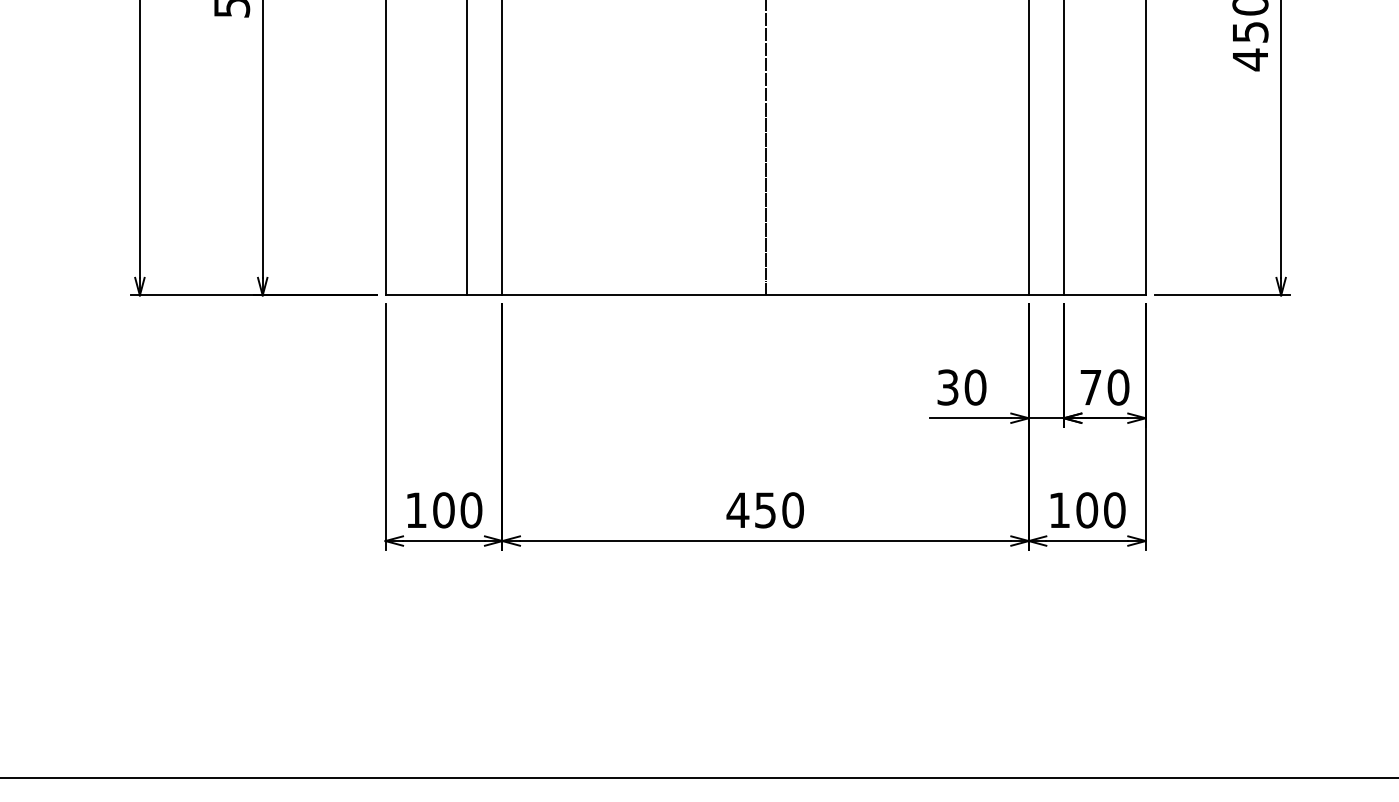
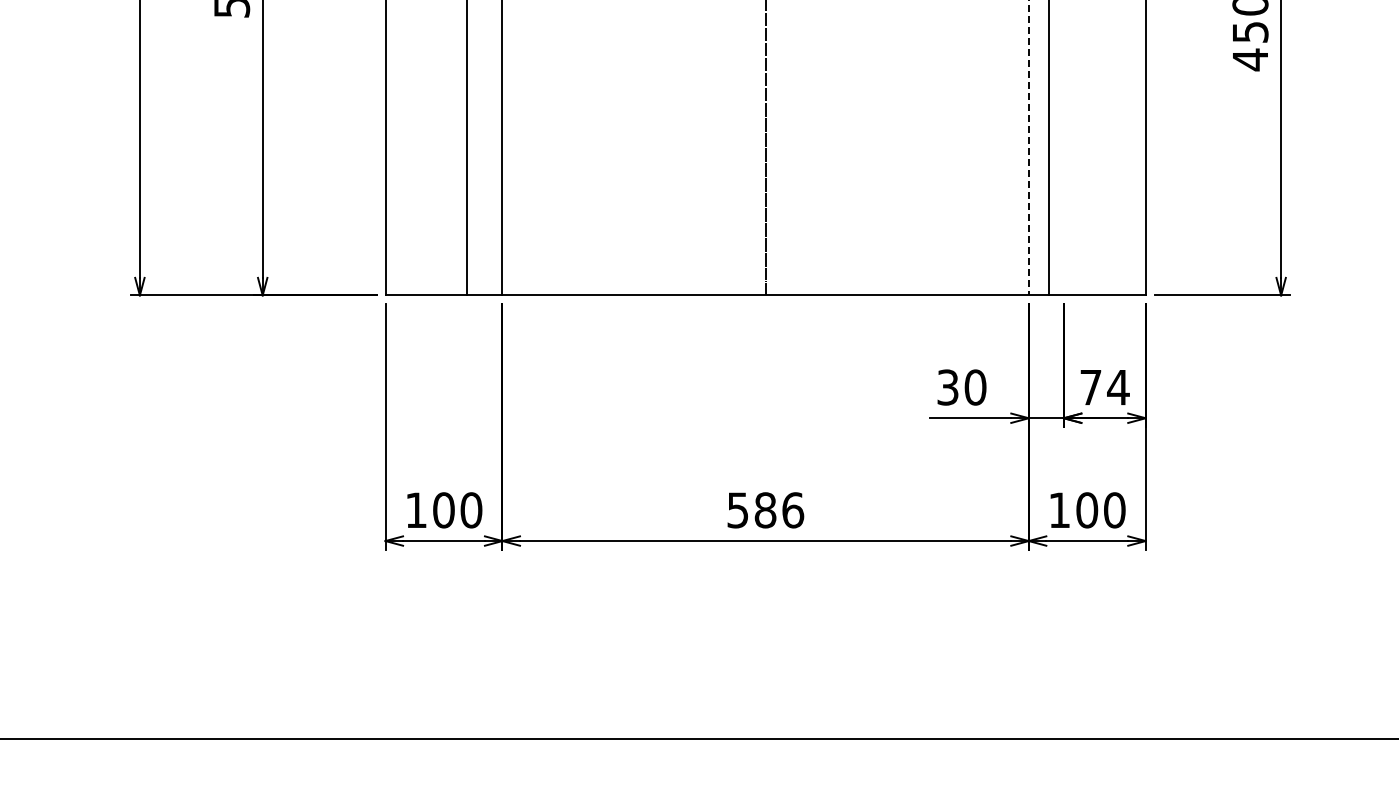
line at (1028, 148): solid -> dashed
line at (1063, 148) position: (1063, 148) -> (1048, 148)
text at (1118, 387): 70 -> 74
text at (765, 510): 450 -> 586
line at (698, 777) position: (698, 777) -> (698, 738)
